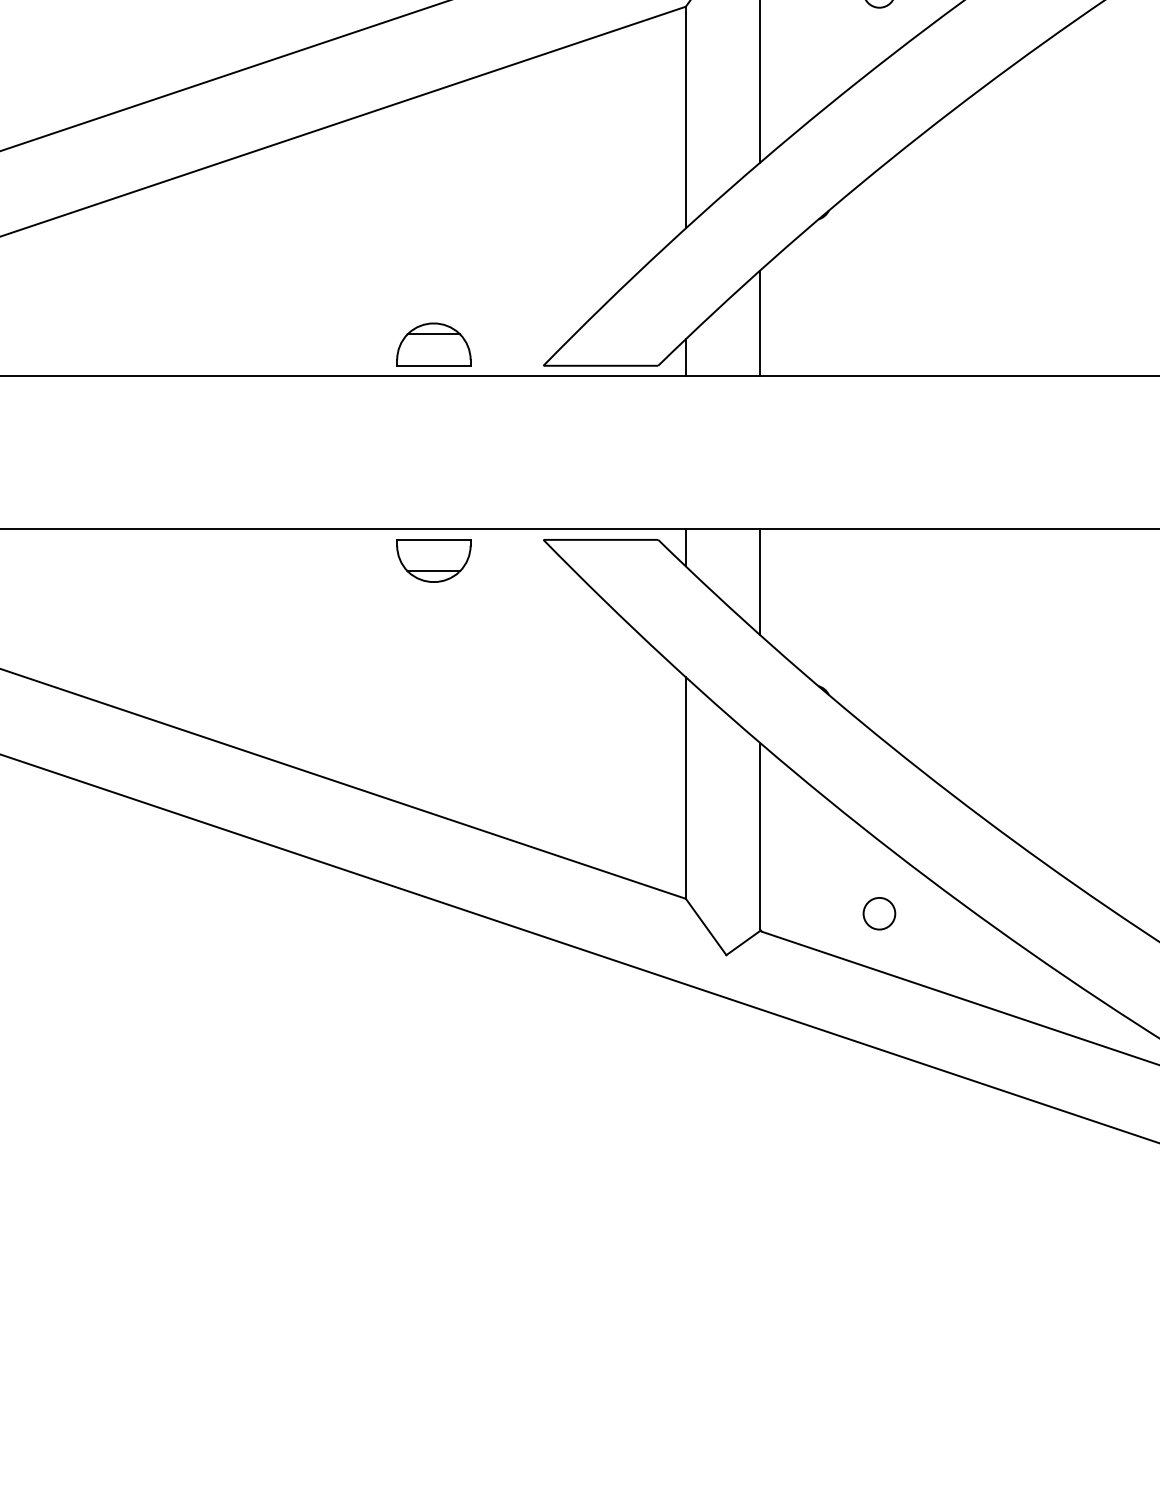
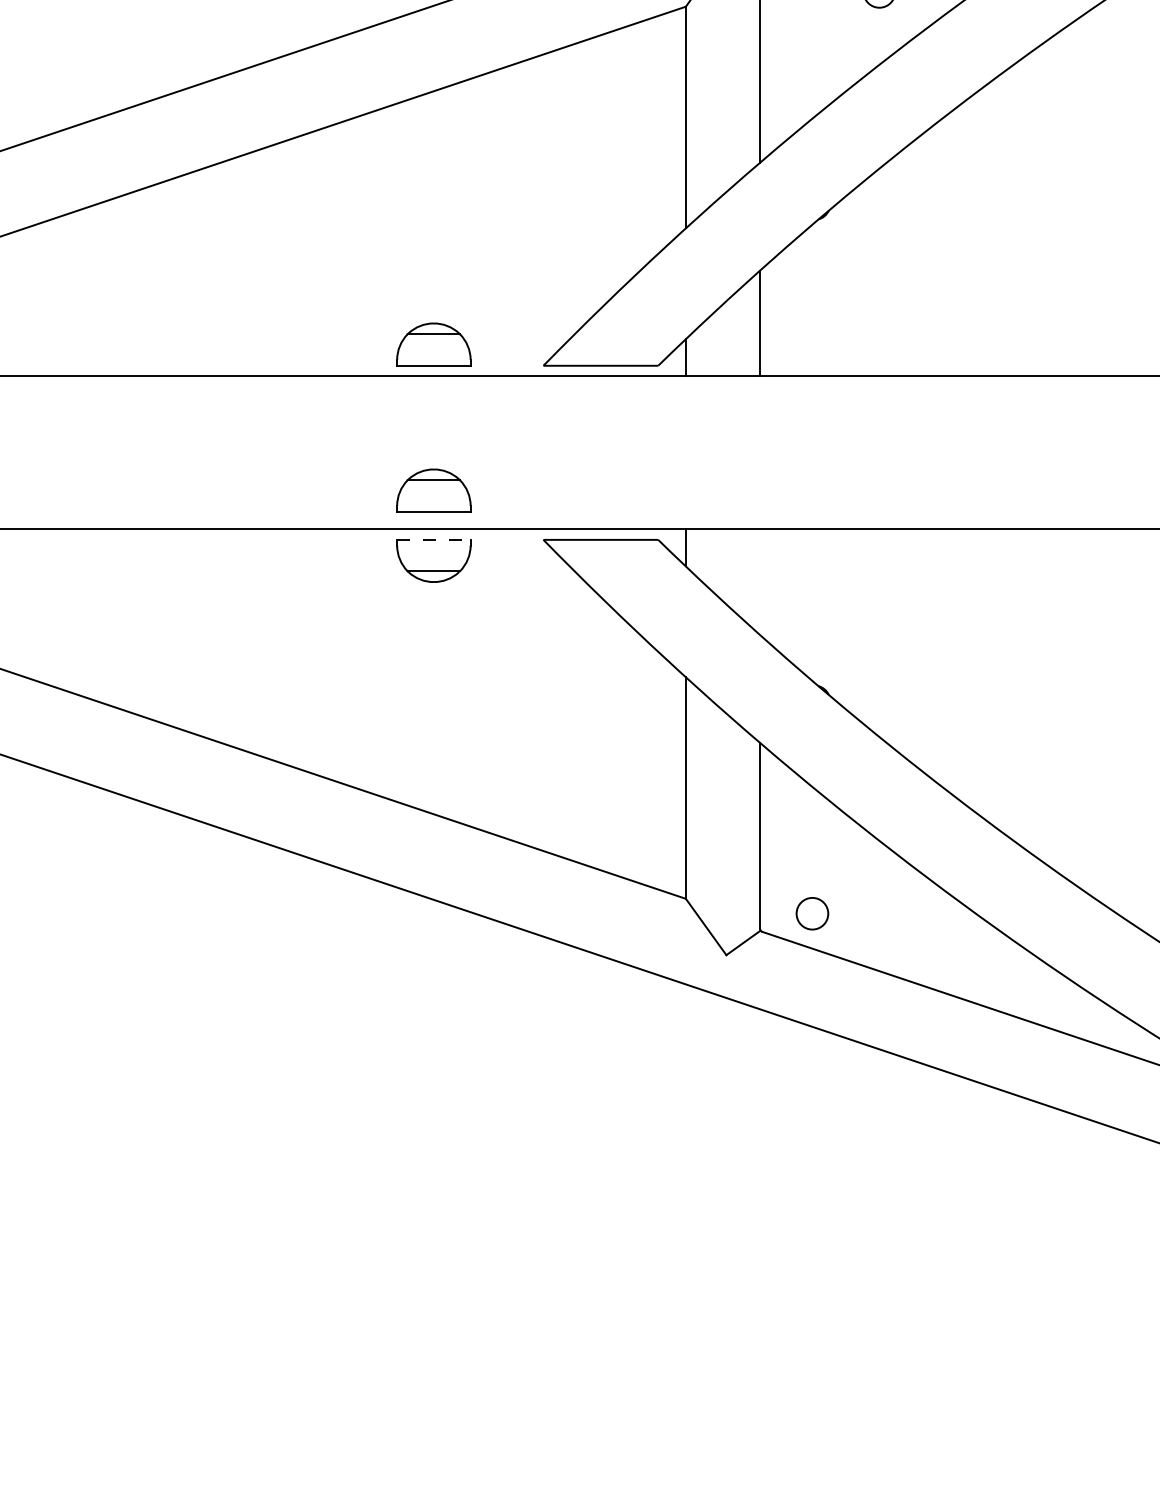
part at (433, 490): none -> present
line at (433, 539): solid -> dashed
line at (759, 581): present -> none
circle at (879, 913) position: (879, 913) -> (812, 913)
